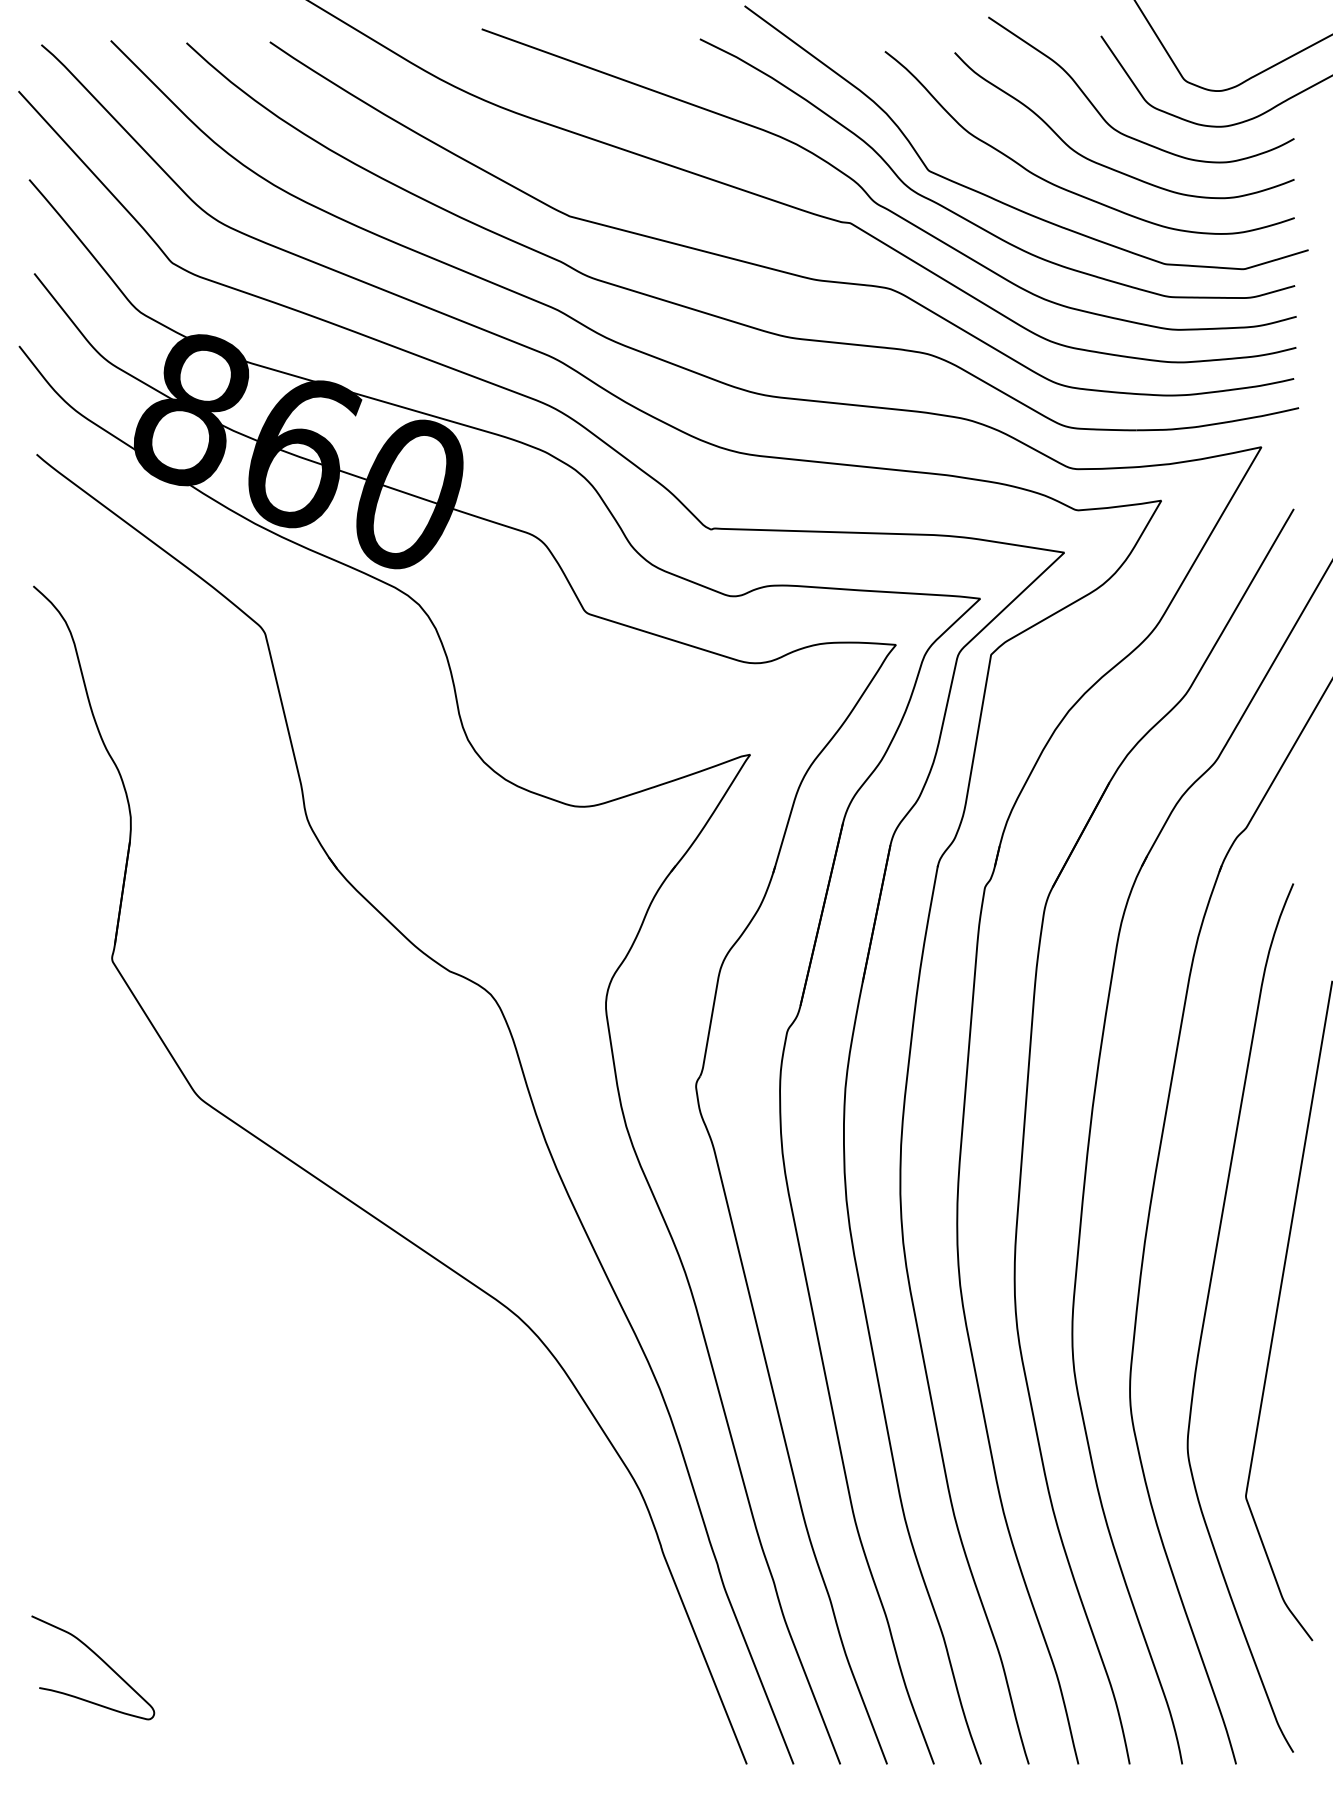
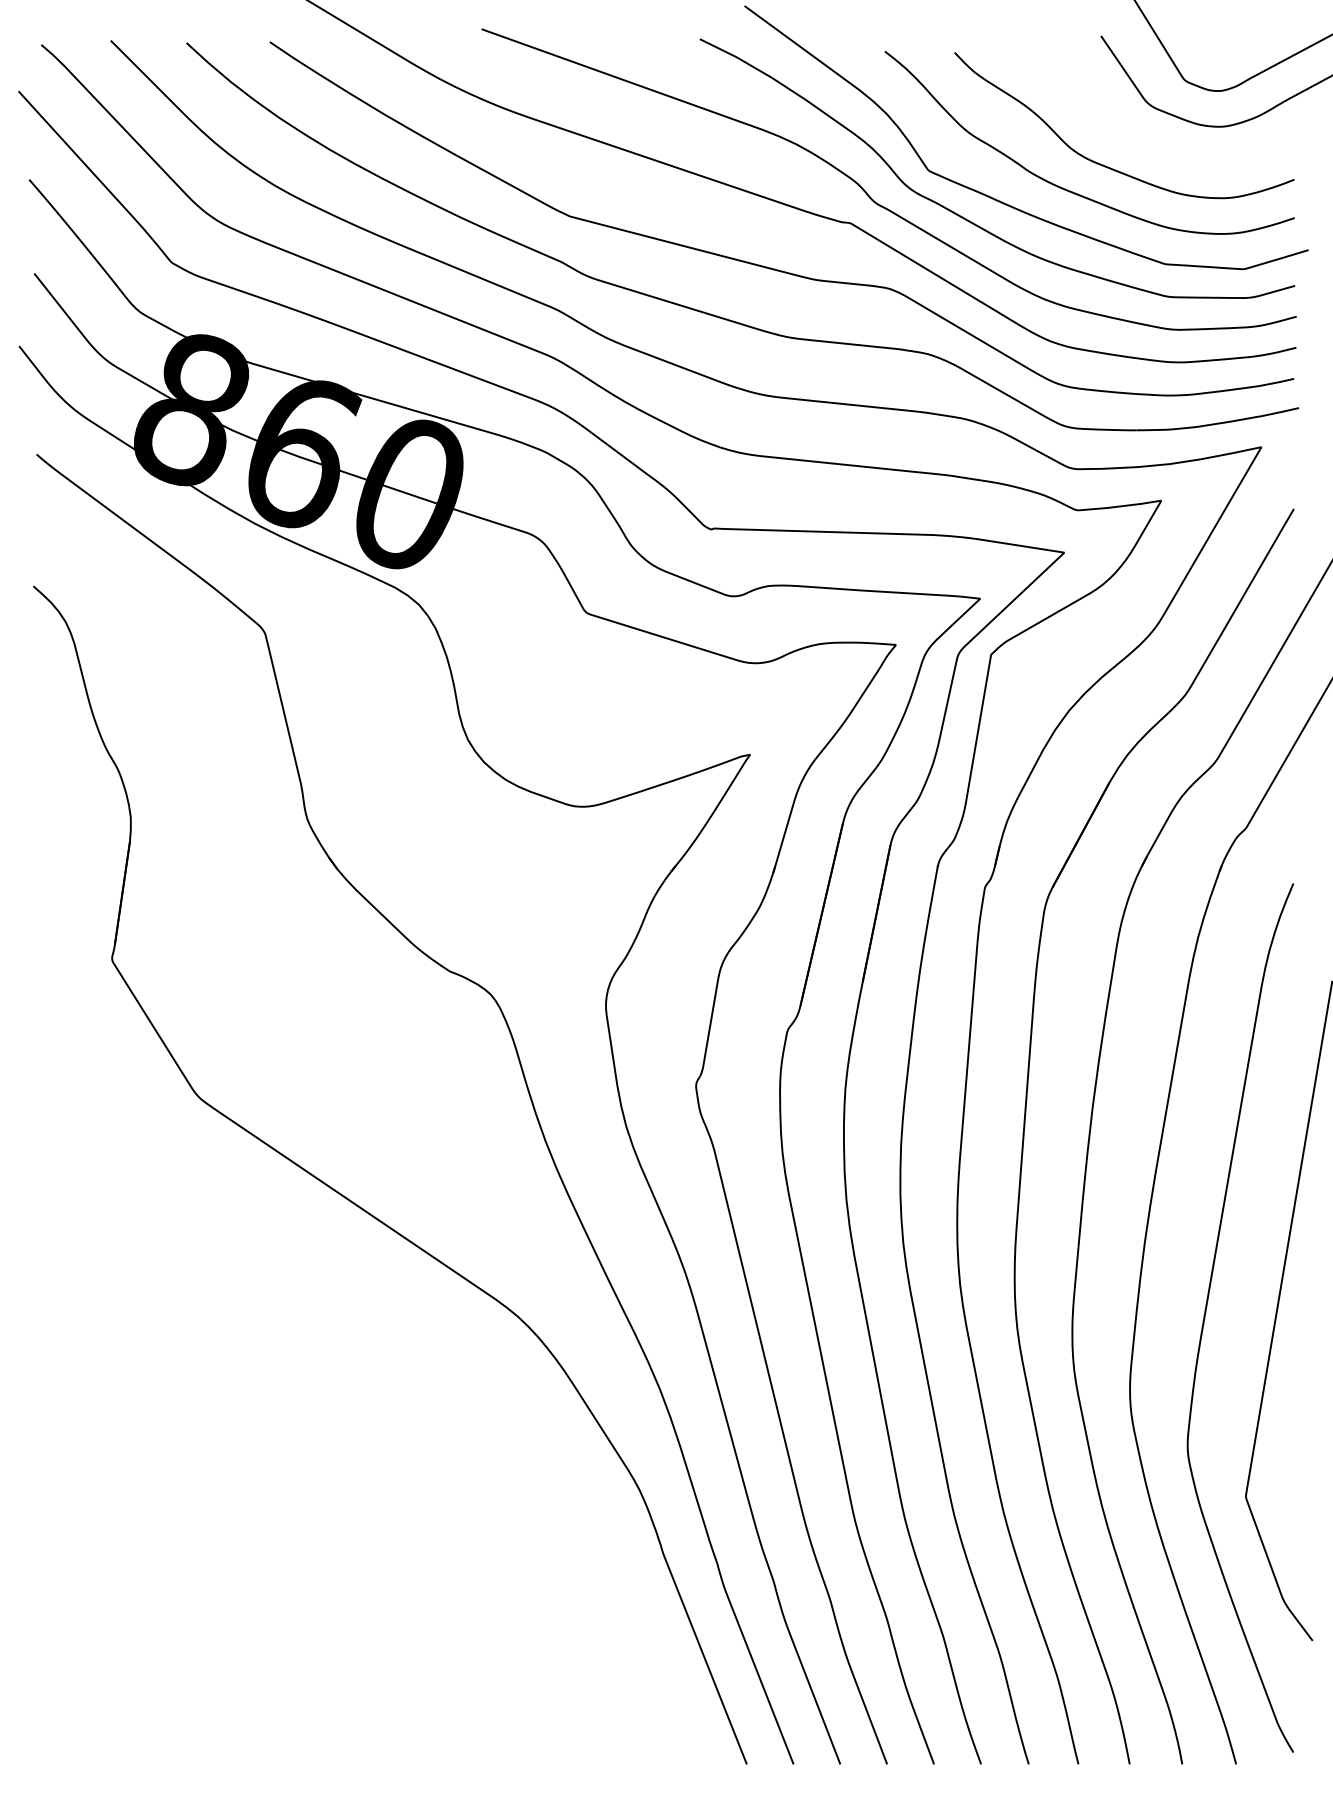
curve at (1108, 122): present -> none
curve at (100, 1659): present -> none
